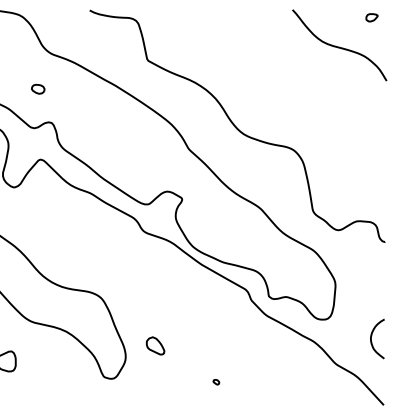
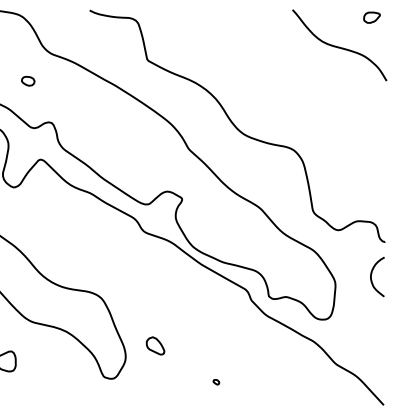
part at (371, 17) size: 14x10 px -> 18x13 px
part at (38, 88) position: (38, 88) -> (28, 80)
curve at (372, 342) position: (372, 342) -> (372, 280)
